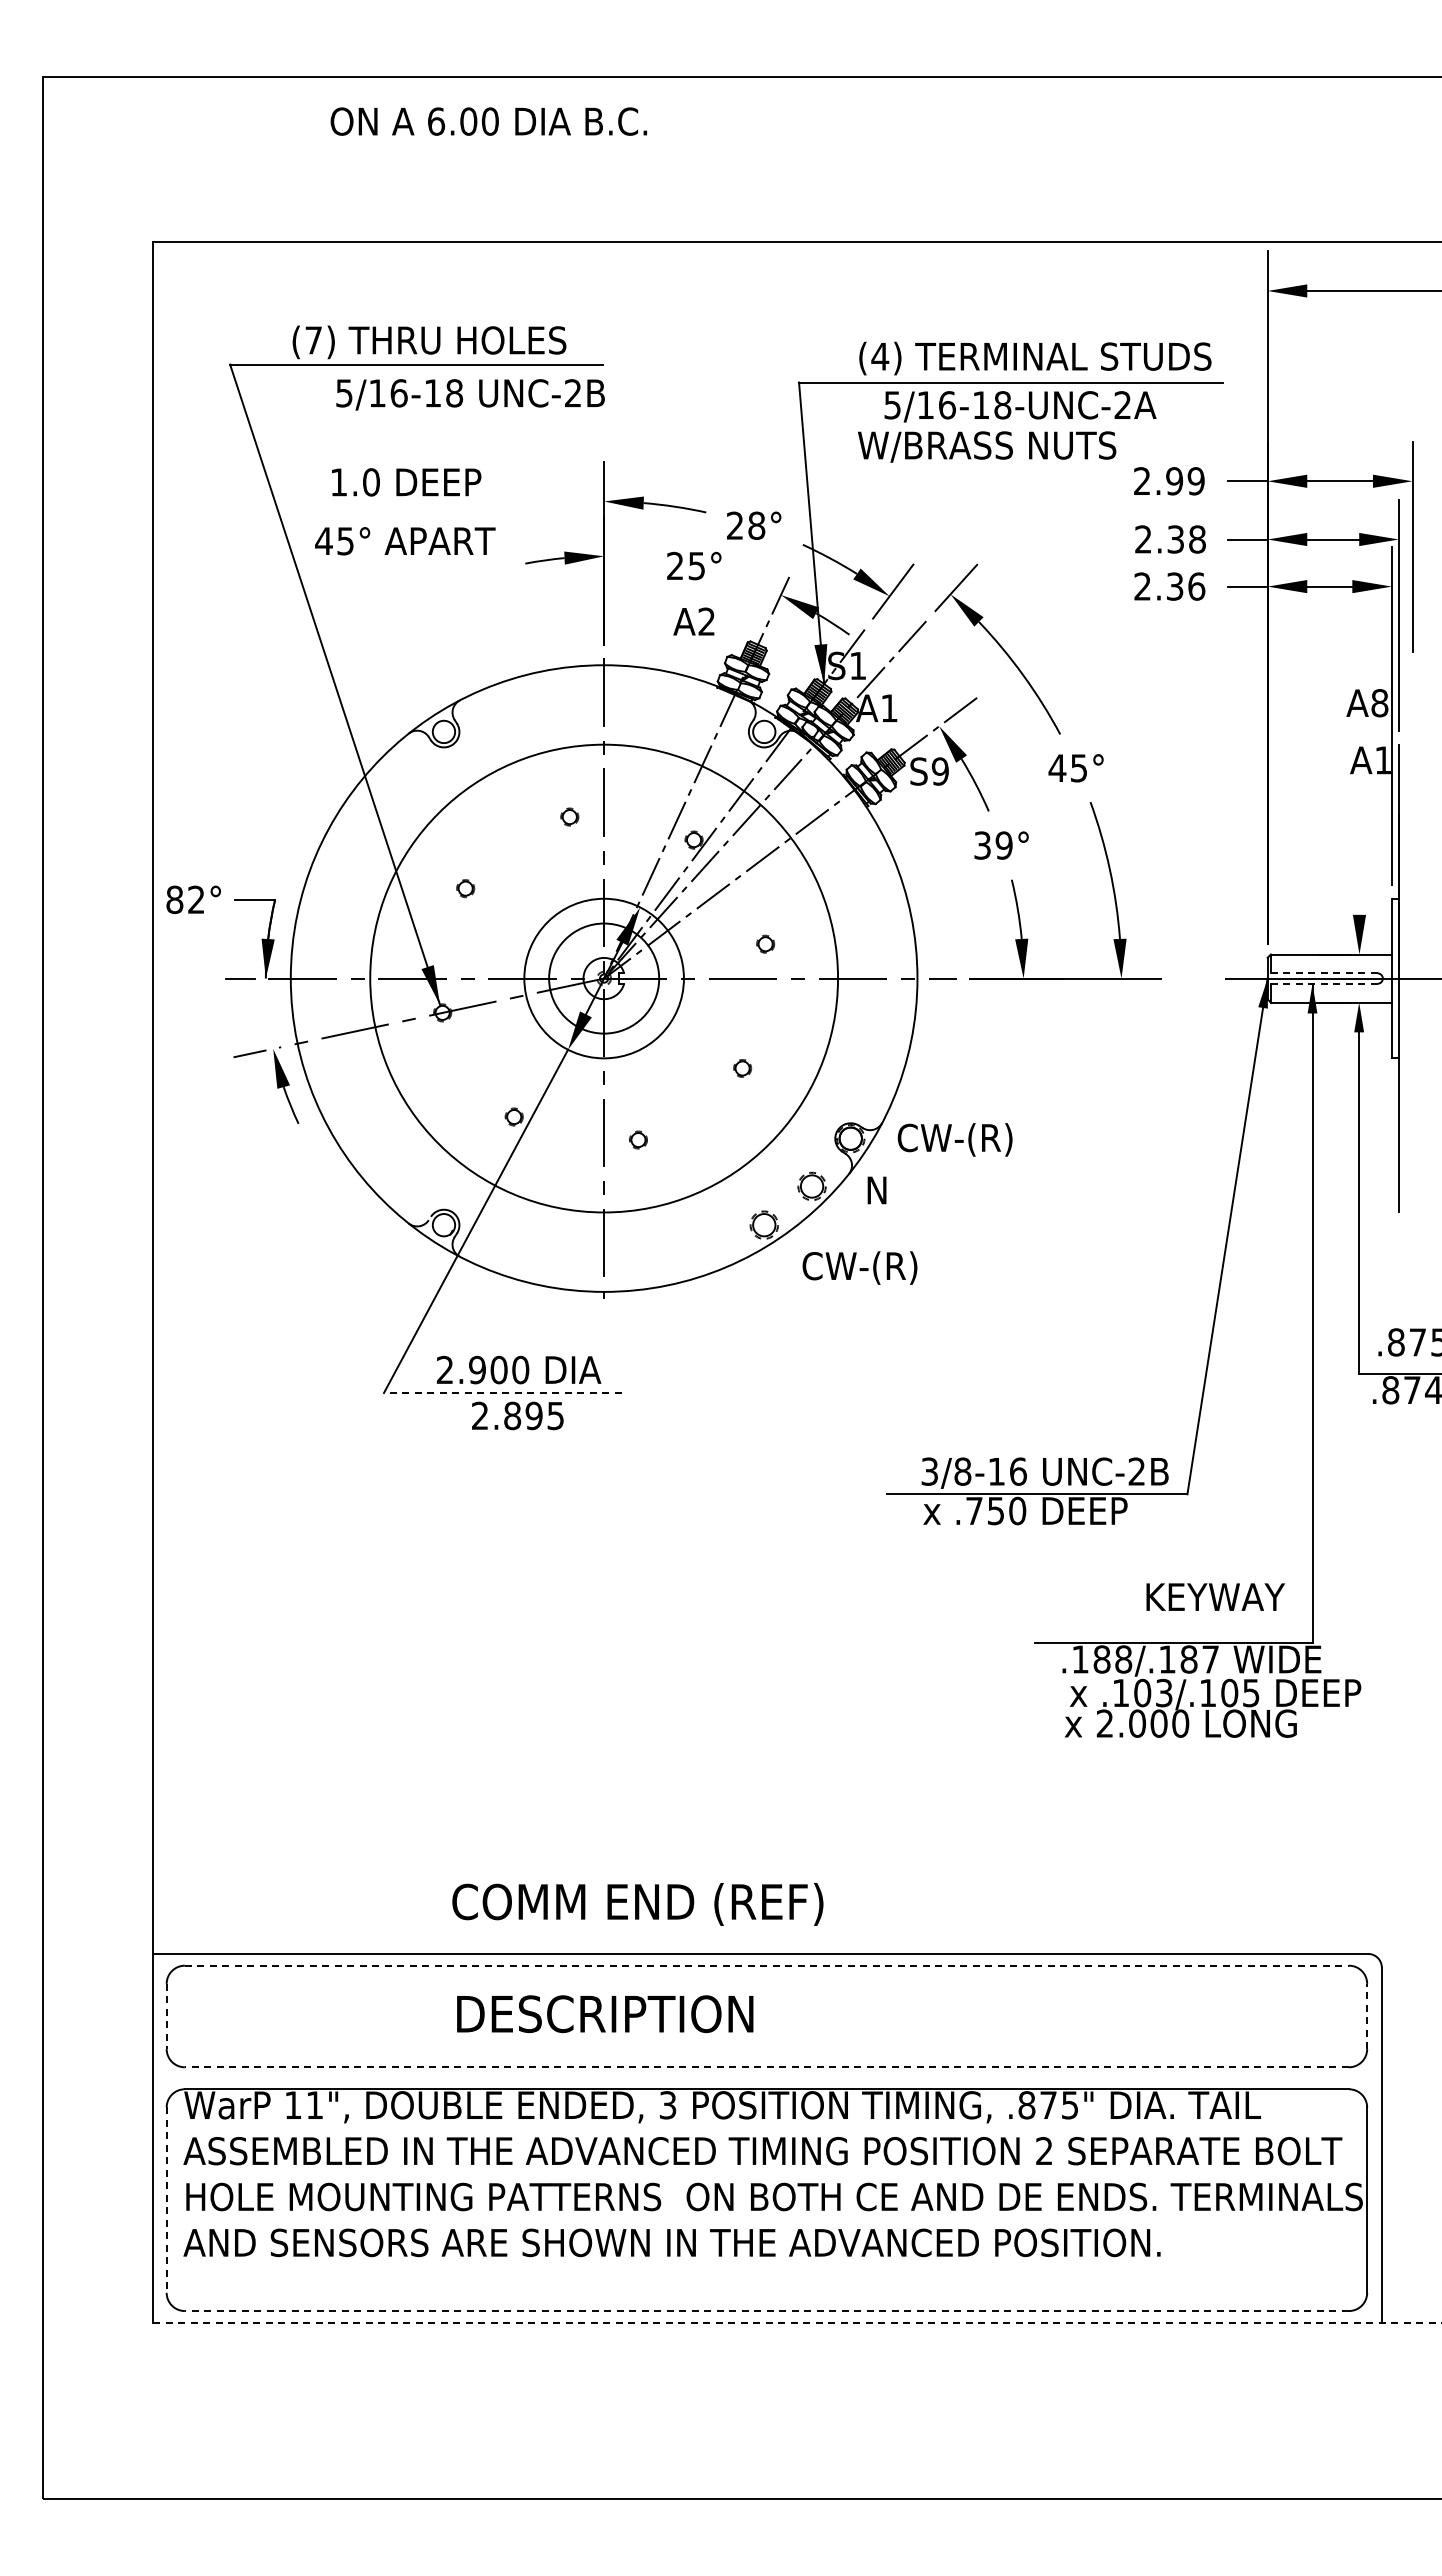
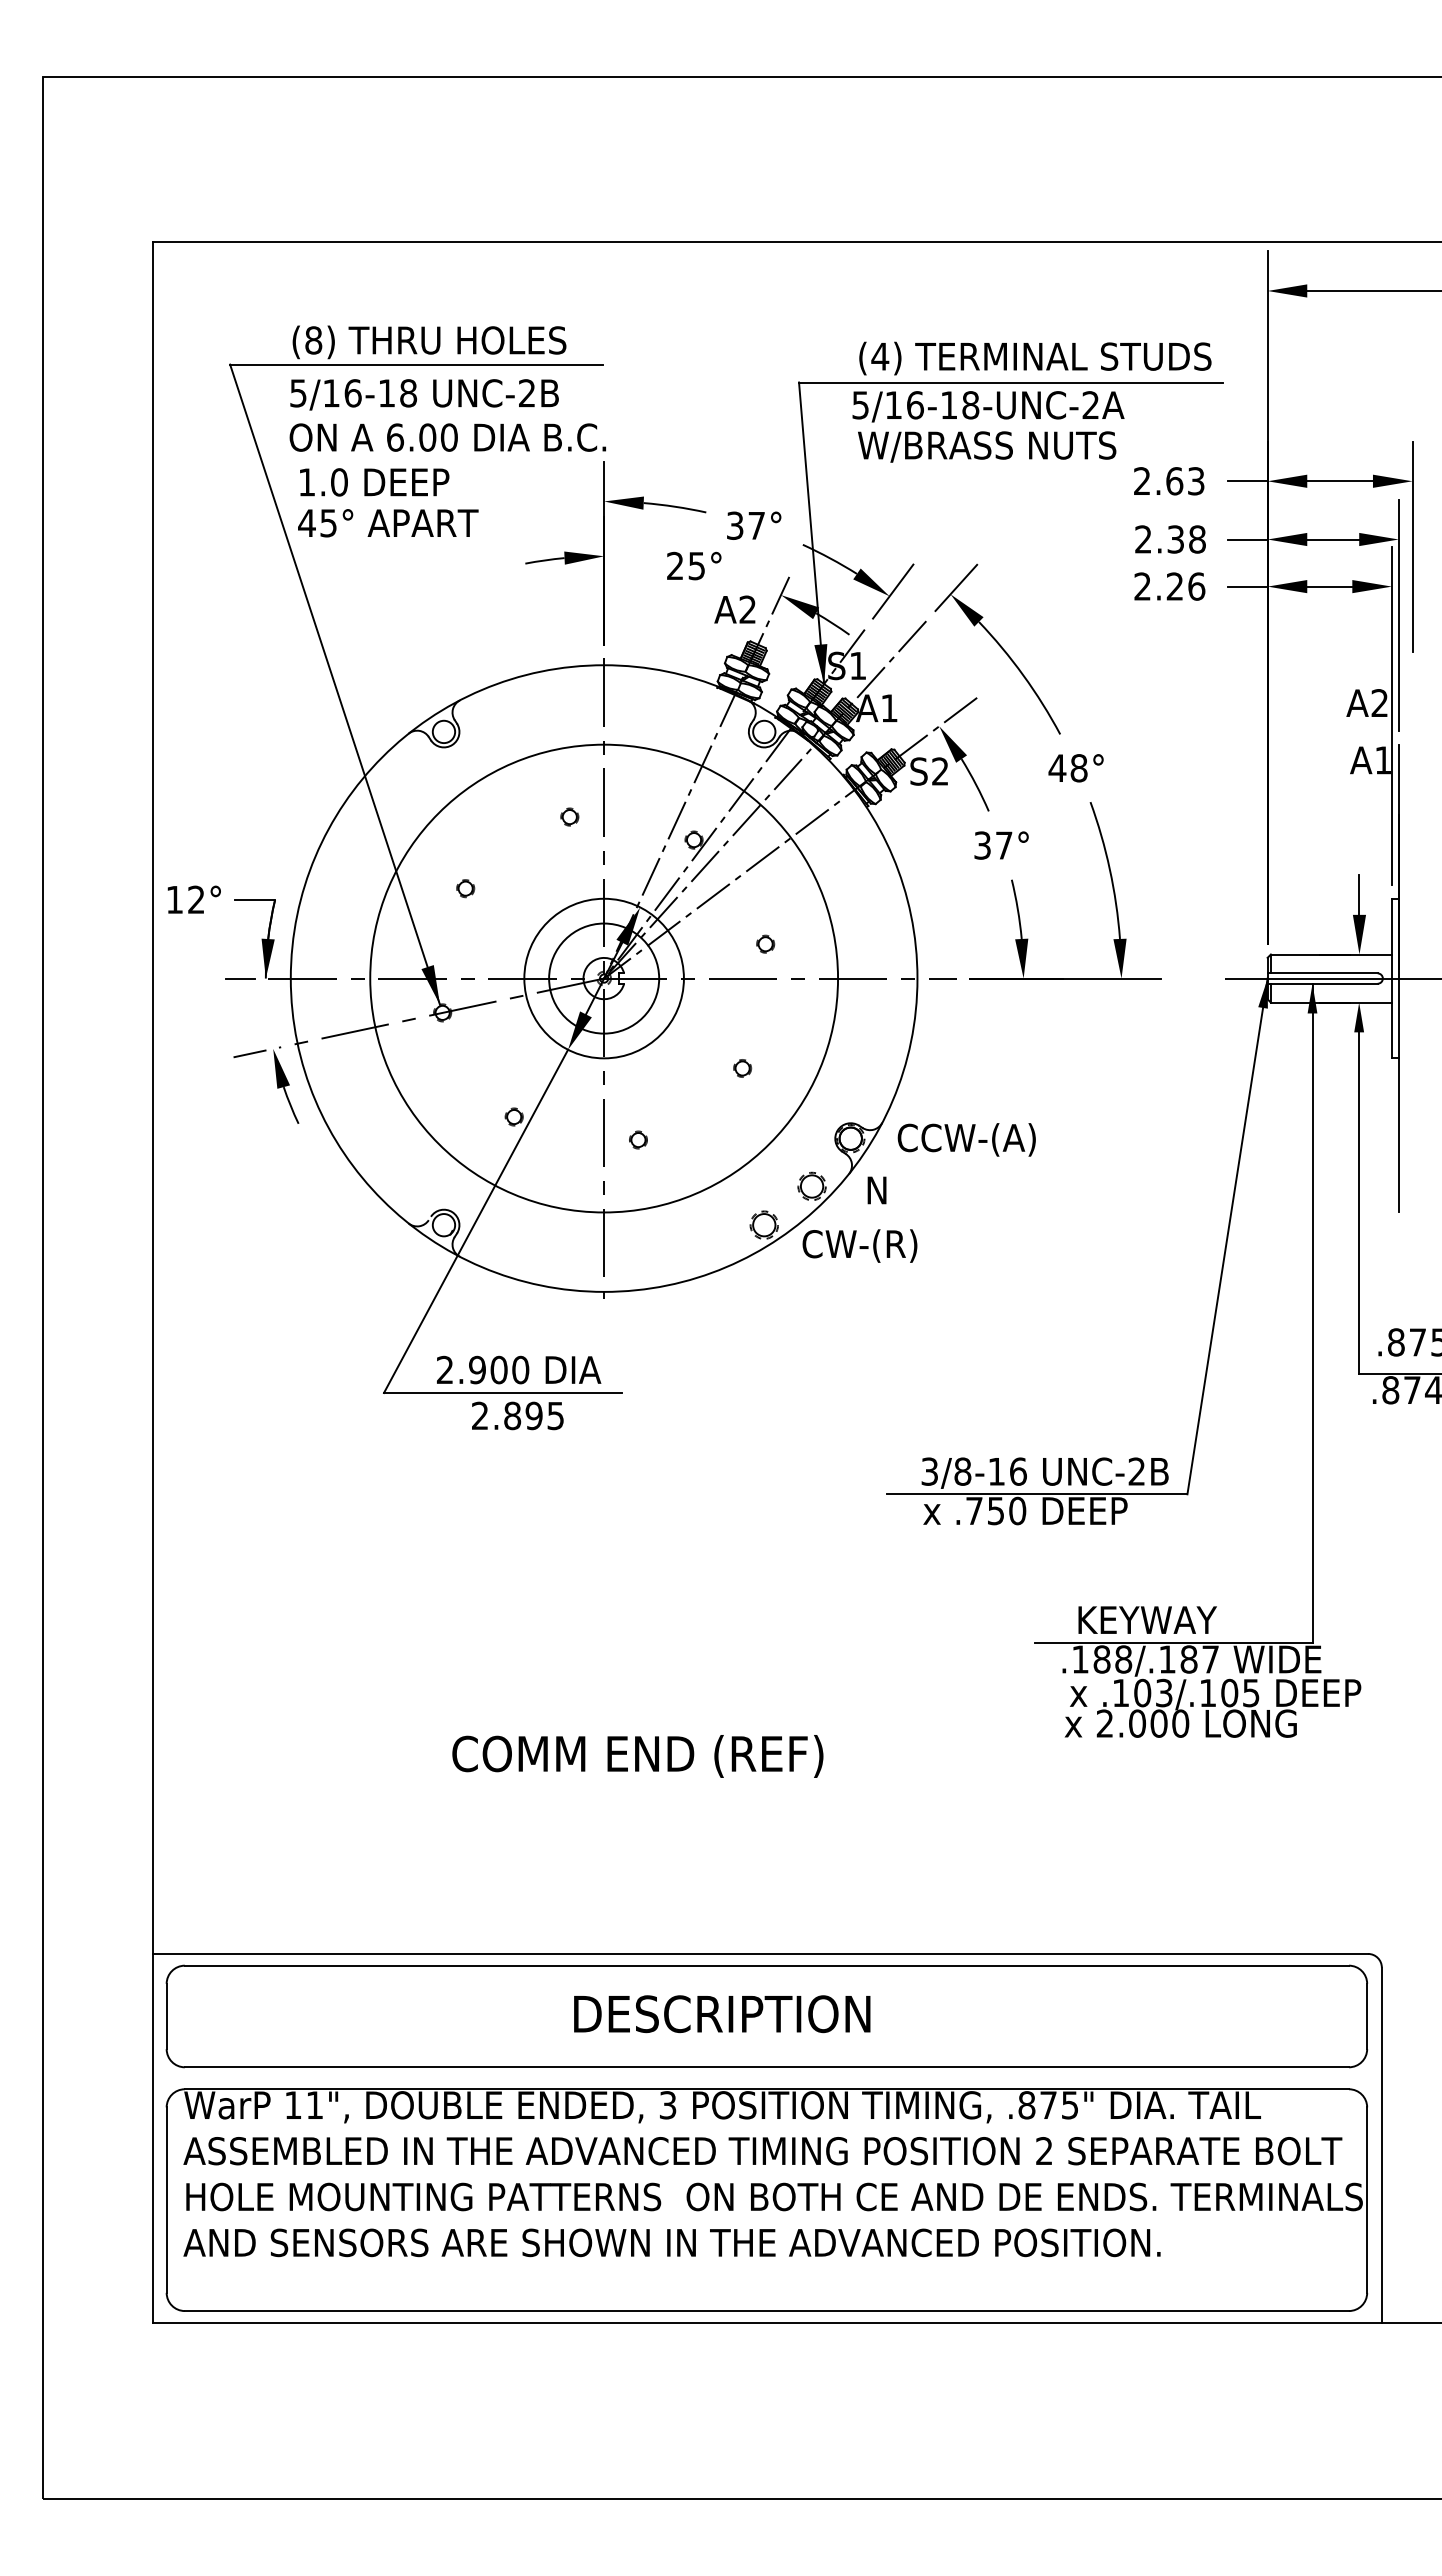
text at (488, 121) position: (488, 121) -> (447, 437)
text at (313, 340): (7) -> (8)
text at (470, 394) position: (470, 394) -> (424, 394)
text at (1020, 406) position: (1020, 406) -> (988, 406)
text at (1185, 481): 2.99 -> 2.63
text at (406, 482) position: (406, 482) -> (374, 482)
text at (746, 525): 28° -> 37°
text at (405, 541) position: (405, 541) -> (388, 523)
text at (1174, 586): 2.36 -> 2.26
text at (693, 621) position: (693, 621) -> (734, 609)
text at (1379, 703): A8 -> A2
text at (1078, 768): 45° -> 48°
text at (939, 771): S9 -> S2
text at (1003, 845): 39° -> 37°
line at (1359, 894): none -> present
text at (174, 899): 82° -> 12°
line at (1322, 973): dashed -> solid
line at (1322, 983): dashed -> solid
text at (977, 1139): CW-(R) -> CCW-(A)
text at (859, 1267) position: (859, 1267) -> (859, 1245)
line at (502, 1392): dashed -> solid
text at (1215, 1596) position: (1215, 1596) -> (1147, 1619)
text at (637, 1904) position: (637, 1904) -> (637, 1756)
line at (767, 1965): dashed -> solid
text at (605, 2014) position: (605, 2014) -> (722, 2014)
line at (166, 2016): dashed -> solid
line at (1367, 2016): dashed -> solid
line at (766, 2067): dashed -> solid
line at (166, 2200): dashed -> solid
line at (766, 2311): dashed -> solid
line at (798, 2322): dashed -> solid
